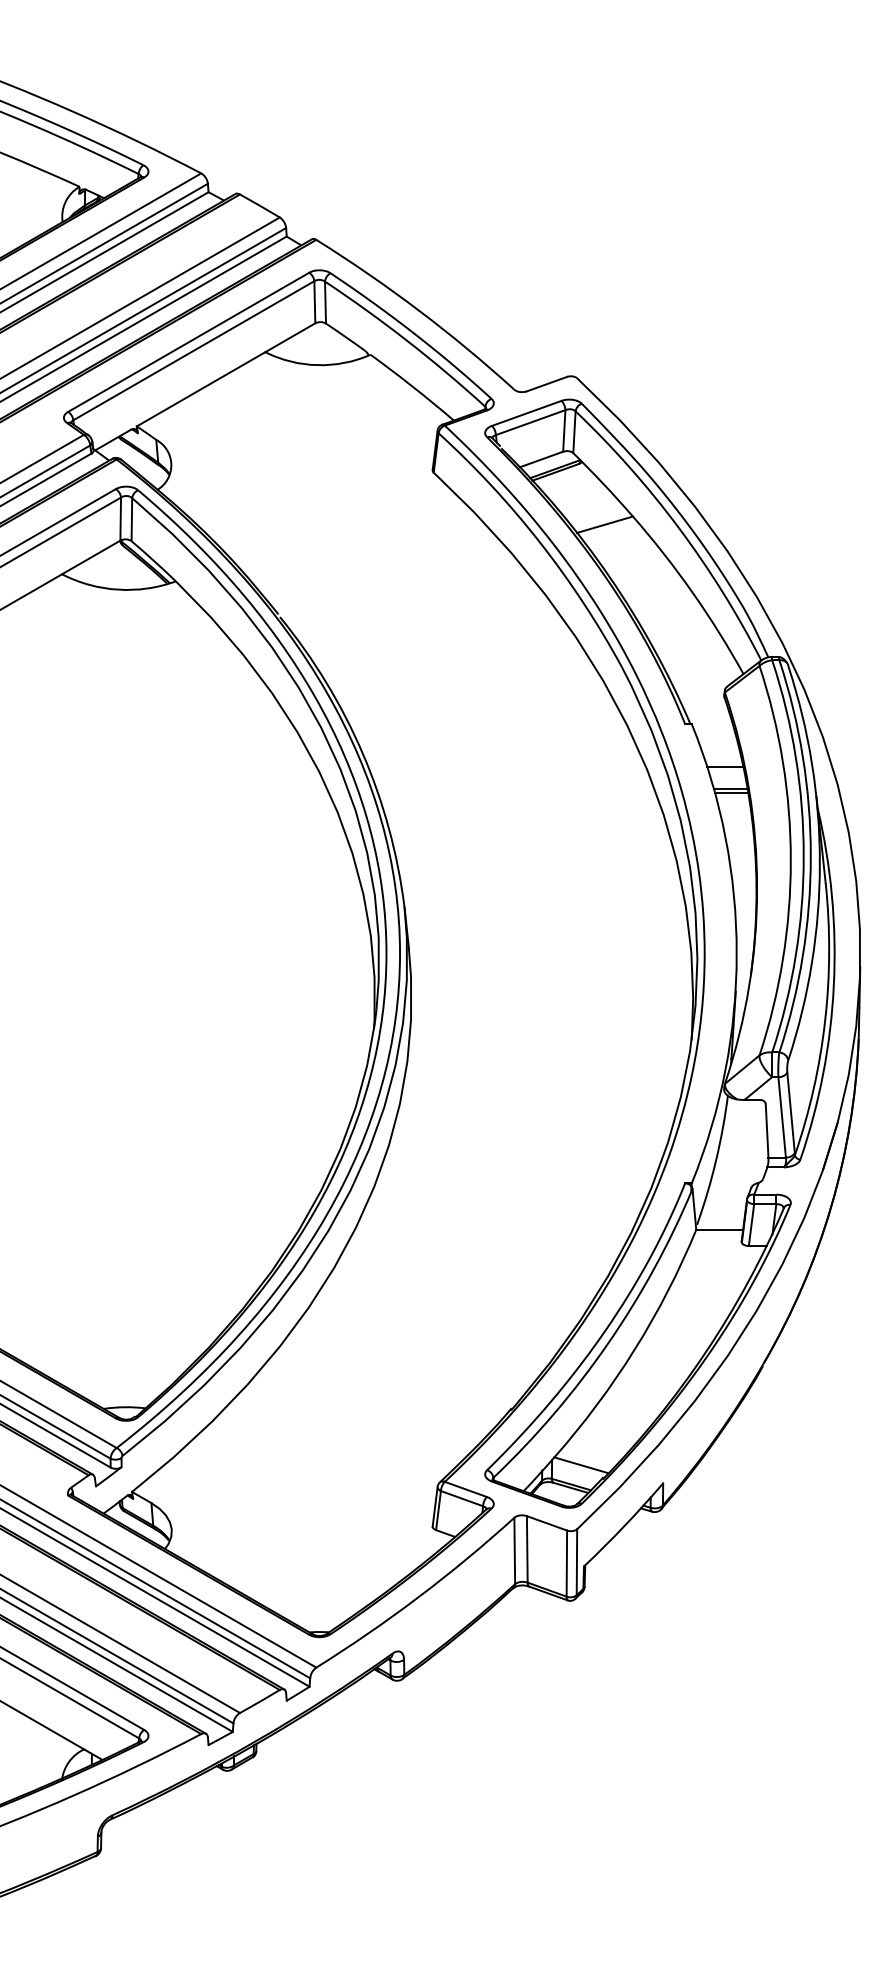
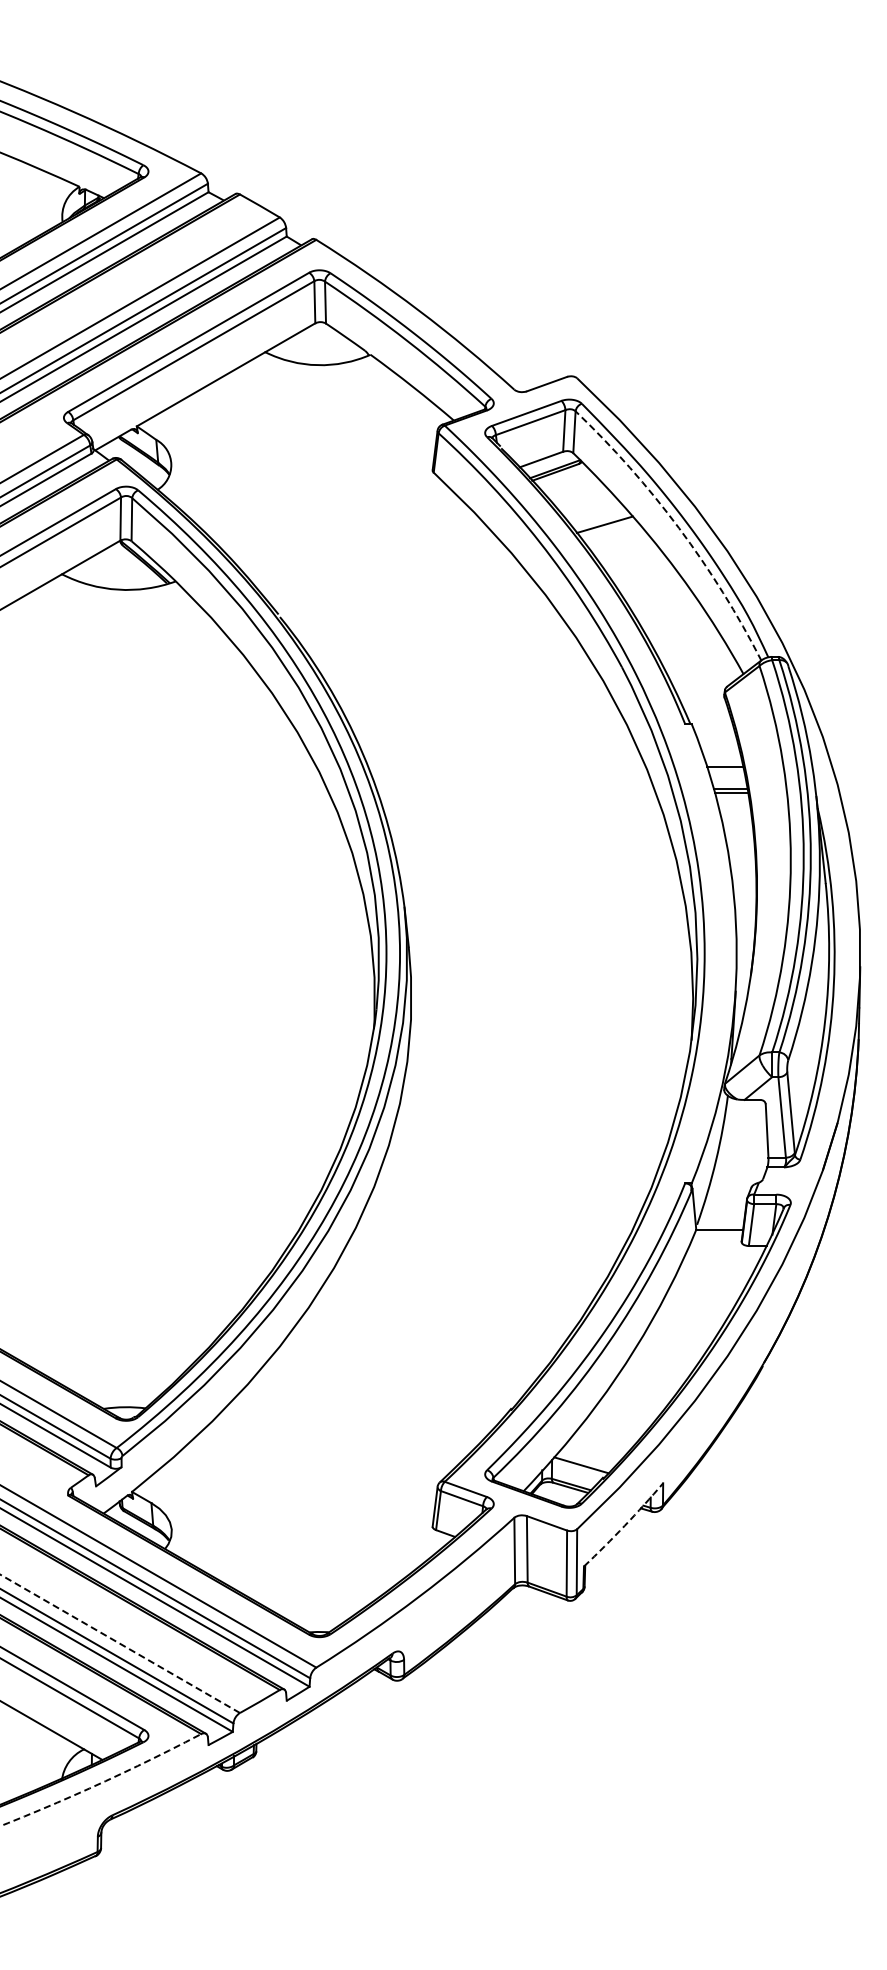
arc at (679, 528): solid -> dashed
arc at (624, 1525): solid -> dashed
line at (119, 1643): solid -> dashed
arc at (102, 1782): solid -> dashed
